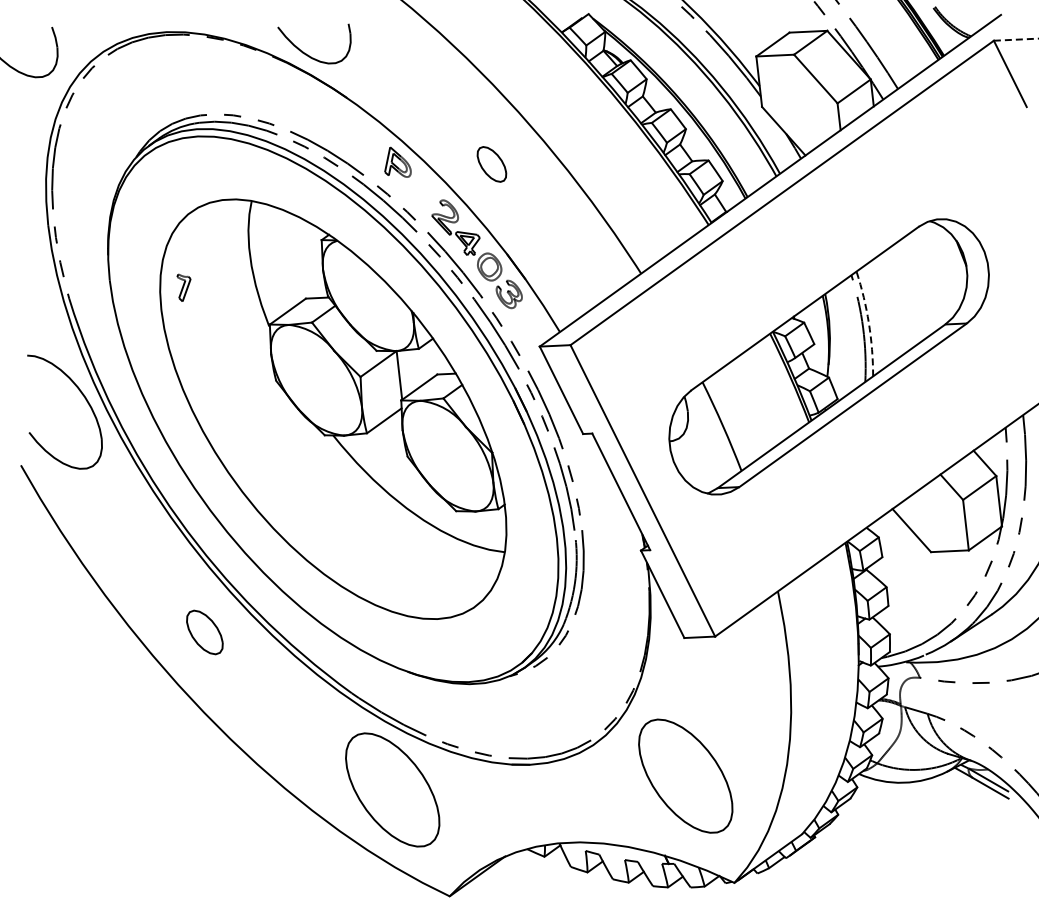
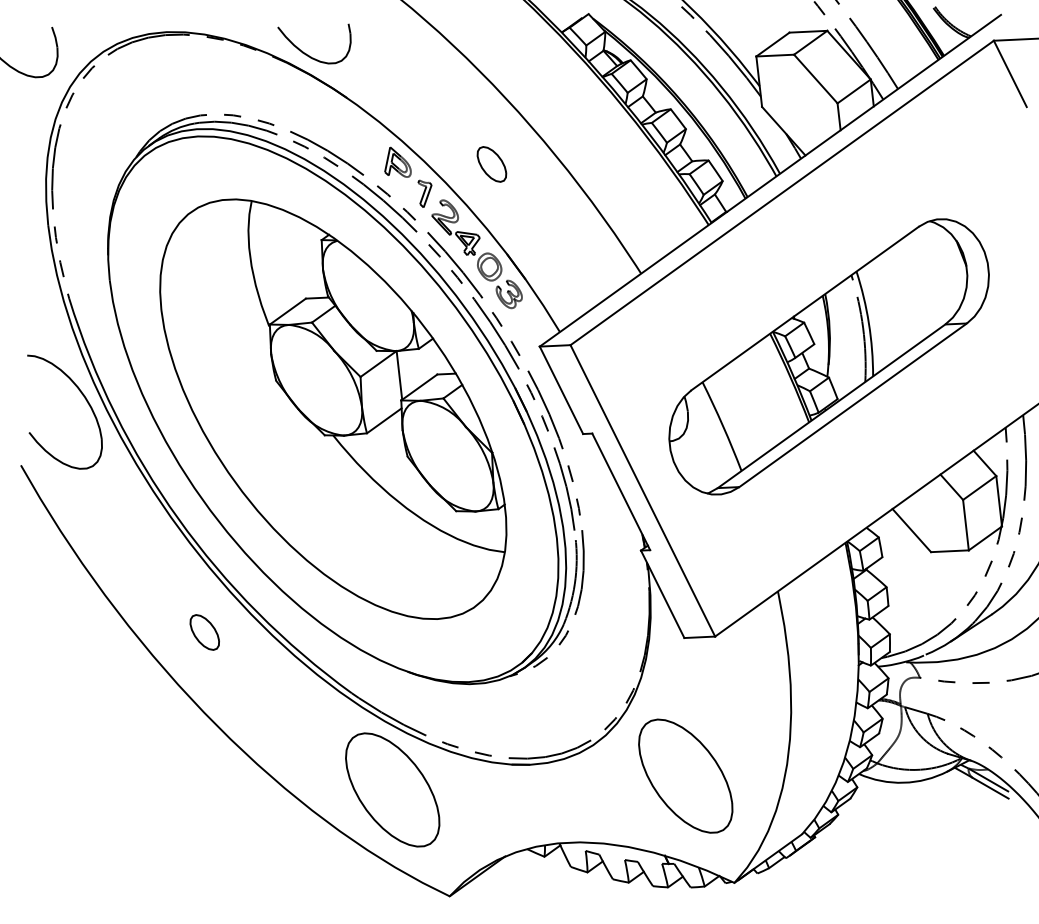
line at (1016, 39): dashed -> solid
part at (183, 287) position: (183, 287) -> (424, 193)
arc at (868, 323): dashed -> solid
part at (204, 632) size: 38x47 px -> 31x37 px
